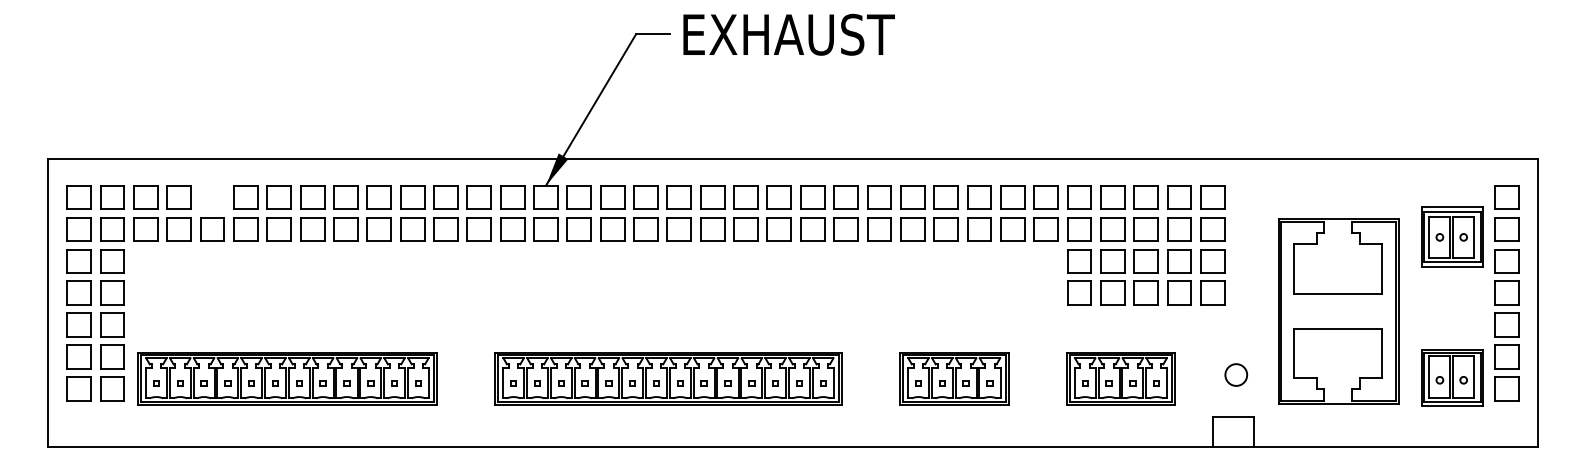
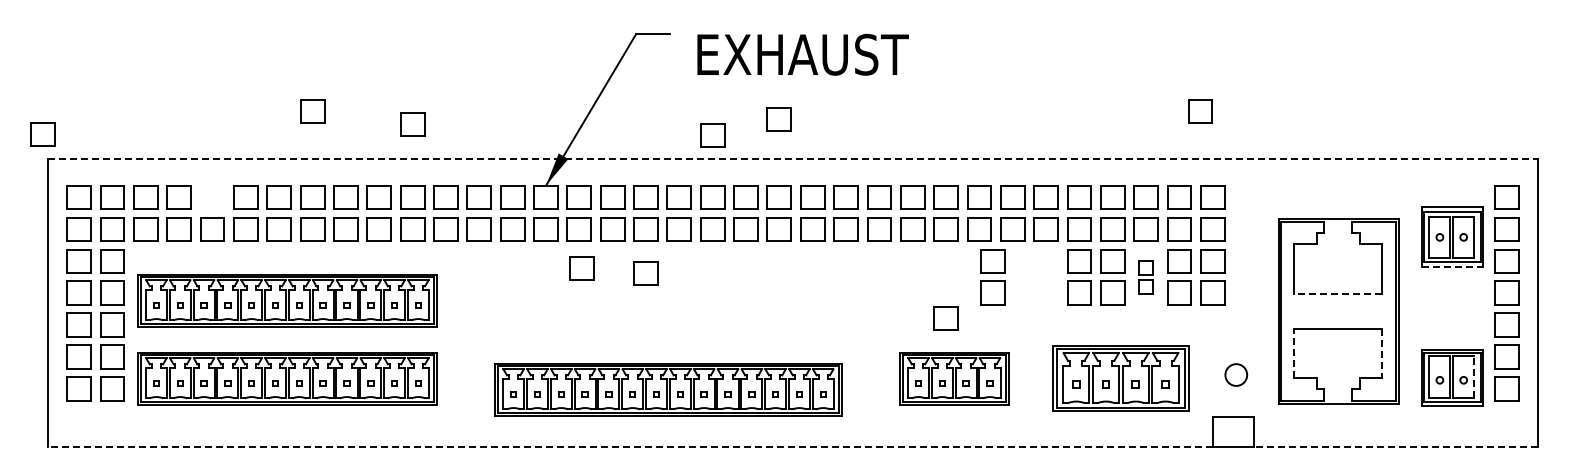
text at (788, 34) position: (788, 34) -> (802, 54)
part at (312, 111): none -> present
part at (1200, 111): none -> present
part at (778, 119): none -> present
part at (412, 124): none -> present
part at (42, 134): none -> present
part at (712, 135): none -> present
line at (793, 158): solid -> dashed
line at (1452, 266): solid -> dashed
part at (581, 268): none -> present
part at (645, 273): none -> present
part at (992, 277): none -> present
part at (1145, 277) size: 26x57 px -> 16x35 px
line at (1338, 293): solid -> dashed
part at (287, 300): none -> present
part at (945, 318): none -> present
line at (1294, 353): solid -> dashed
line at (1382, 353): solid -> dashed
line at (1474, 376): solid -> dashed
part at (668, 378) position: (668, 378) -> (668, 389)
part at (1120, 378) size: 110x54 px -> 138x67 px
line at (630, 447): solid -> dashed
line at (1395, 447): solid -> dashed
